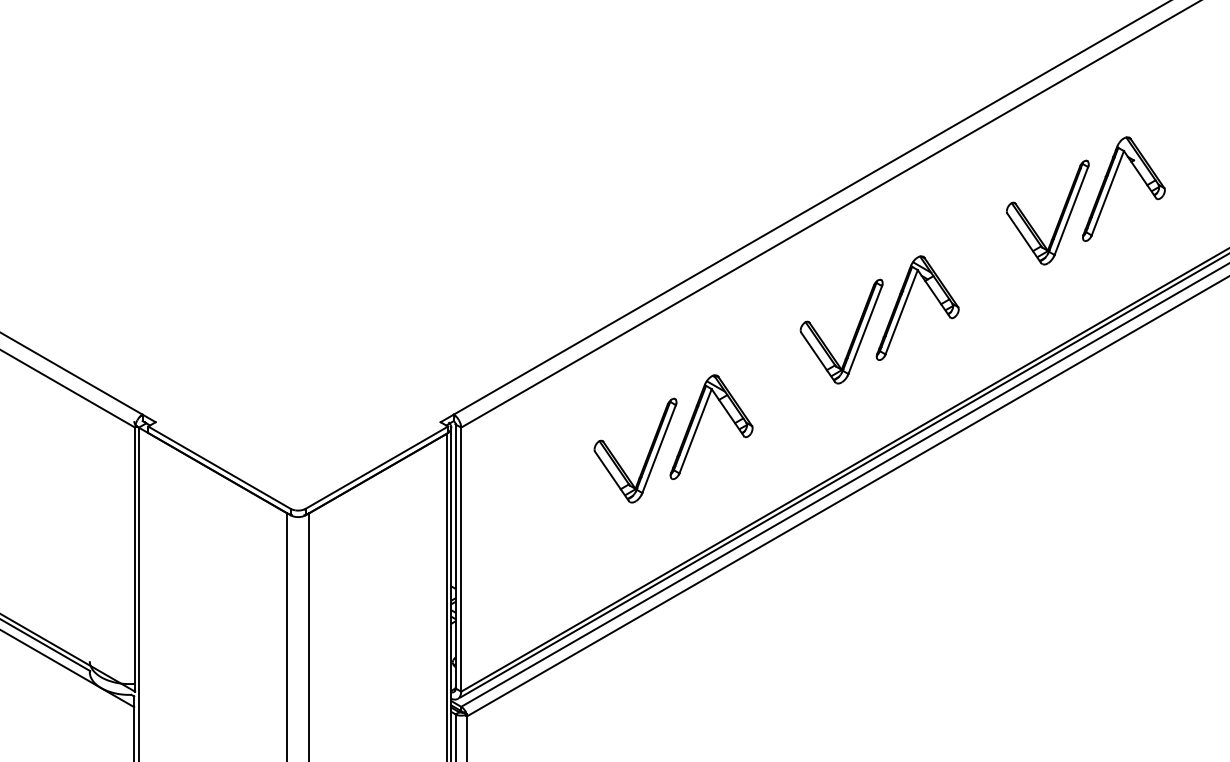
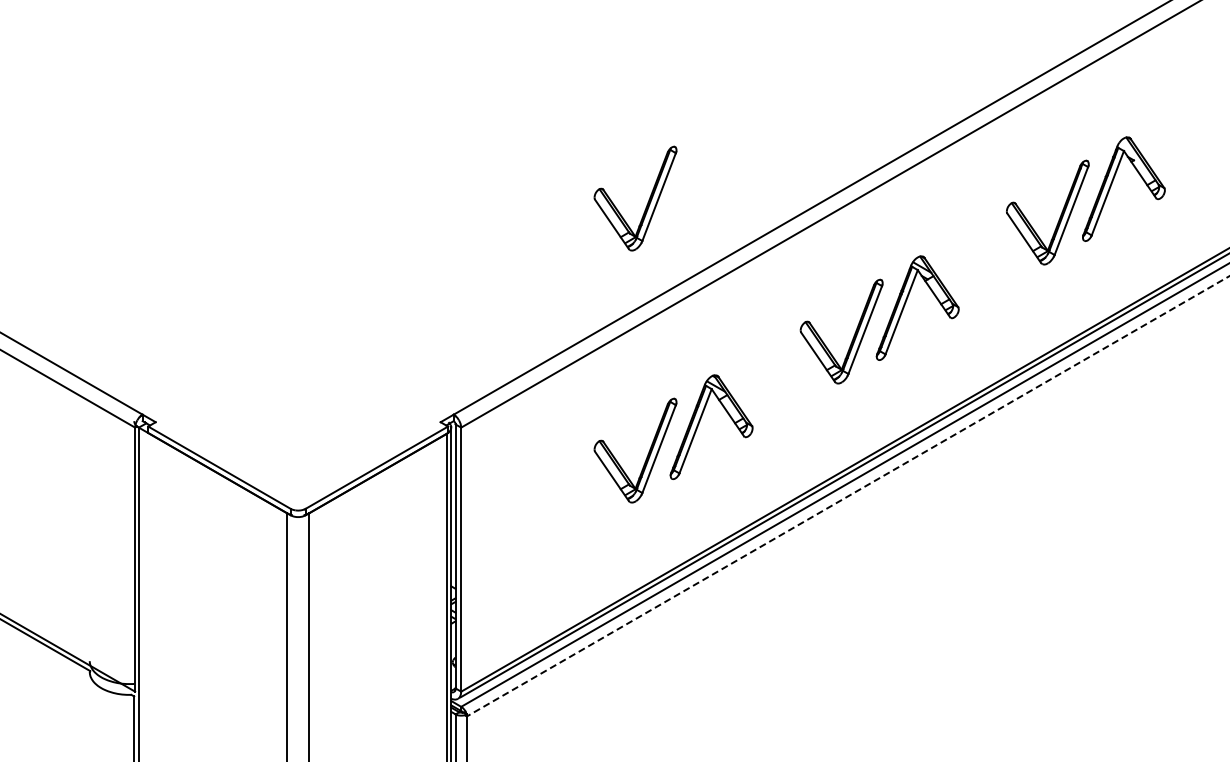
part at (646, 204): none -> present
line at (847, 496): solid -> dashed
line at (68, 668): present -> none
